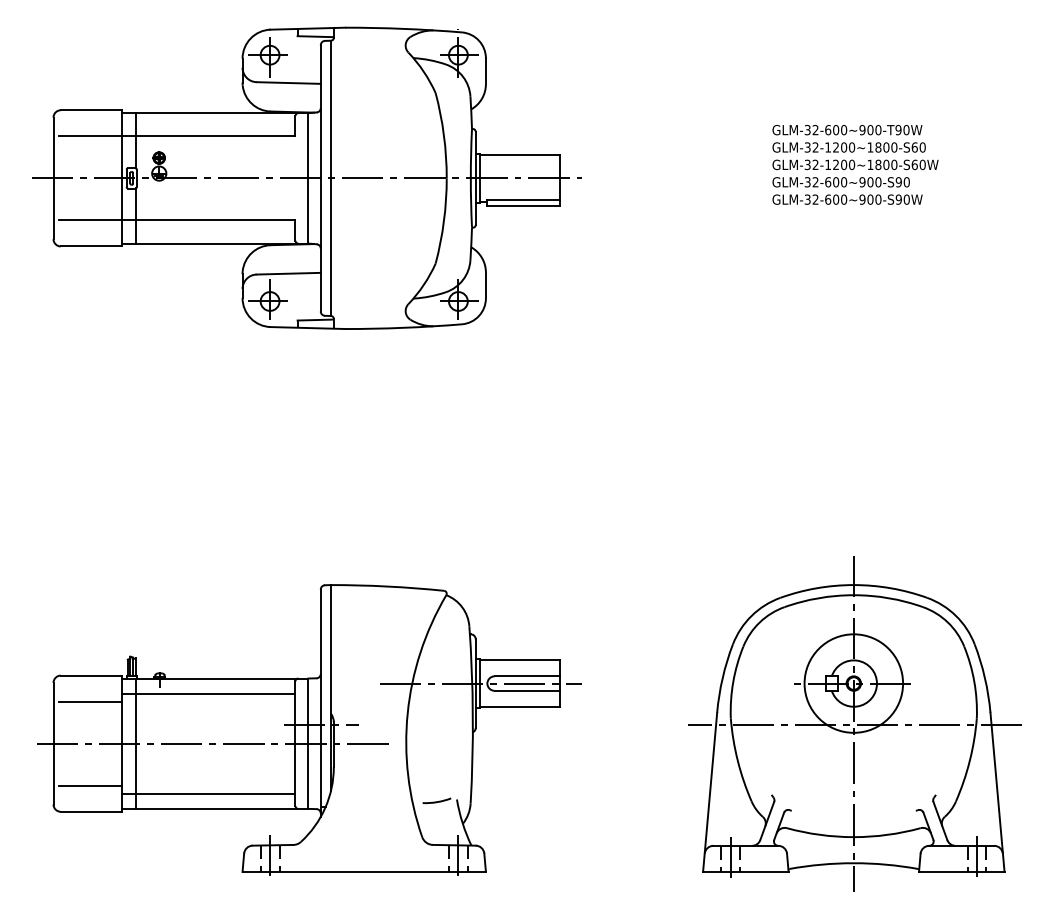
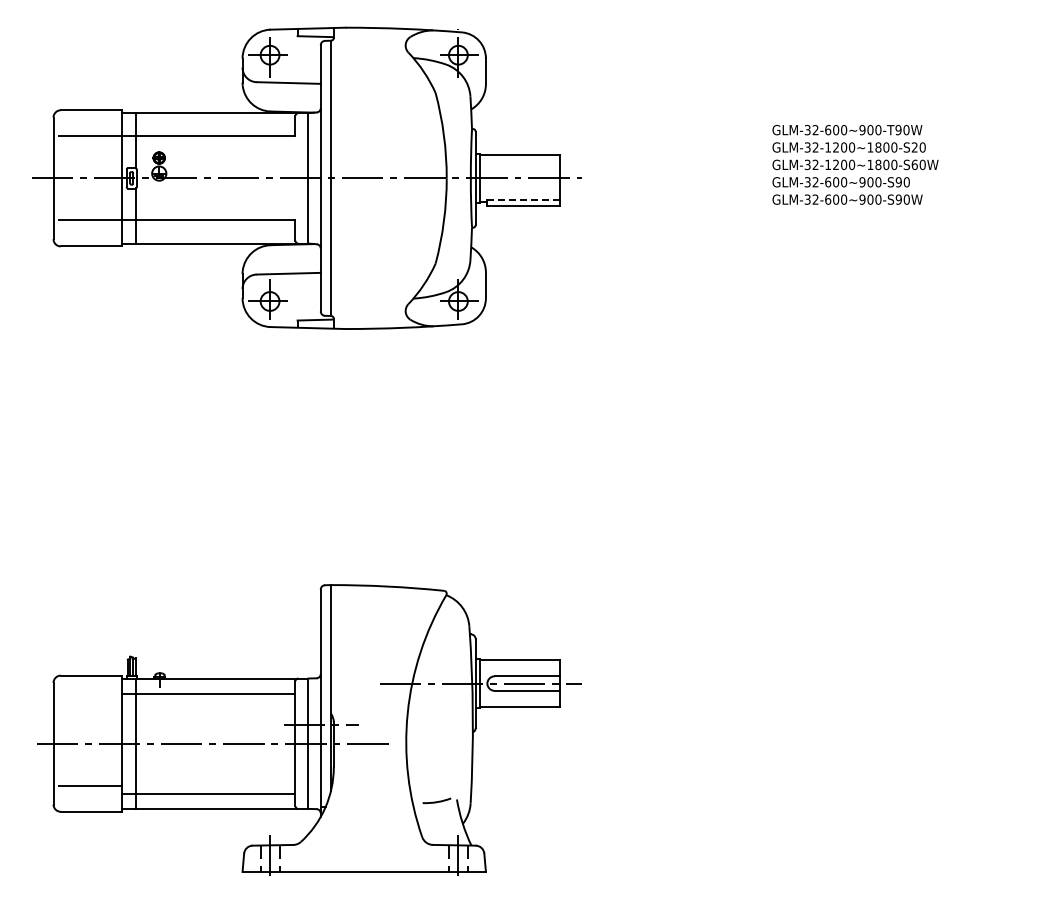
text at (914, 147): GLM-32-1200~1800-S60 -> GLM-32-1200~1800-S20
line at (524, 200): solid -> dashed
line at (90, 701): present -> none
part at (854, 723): present -> none
